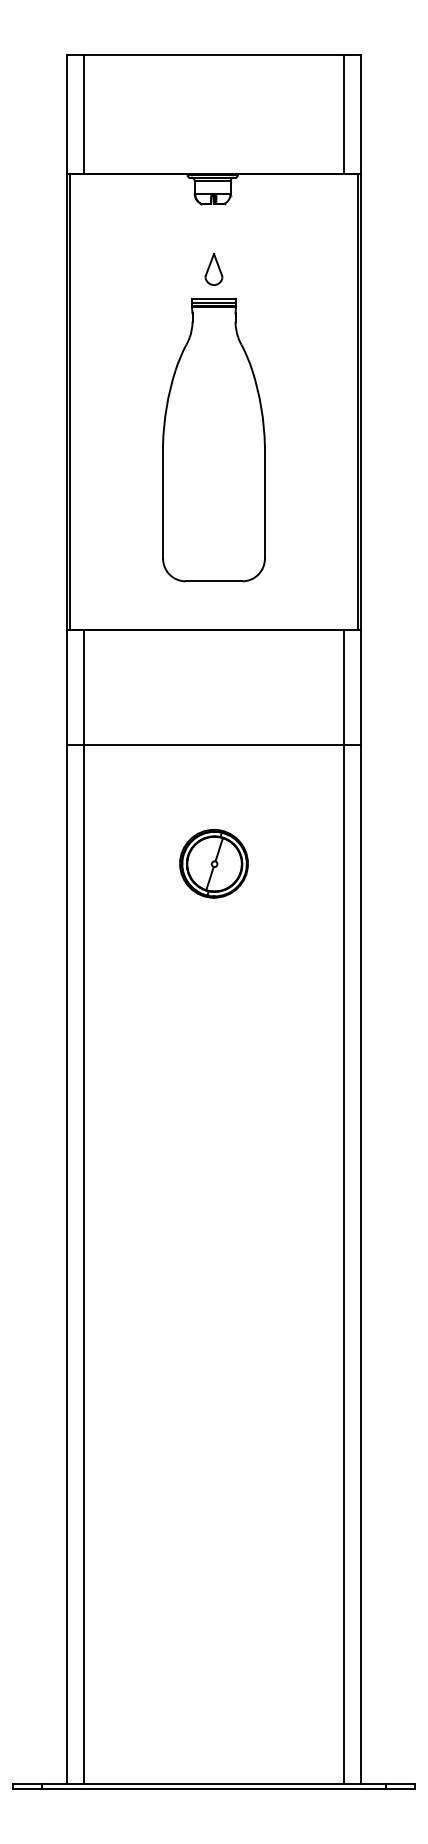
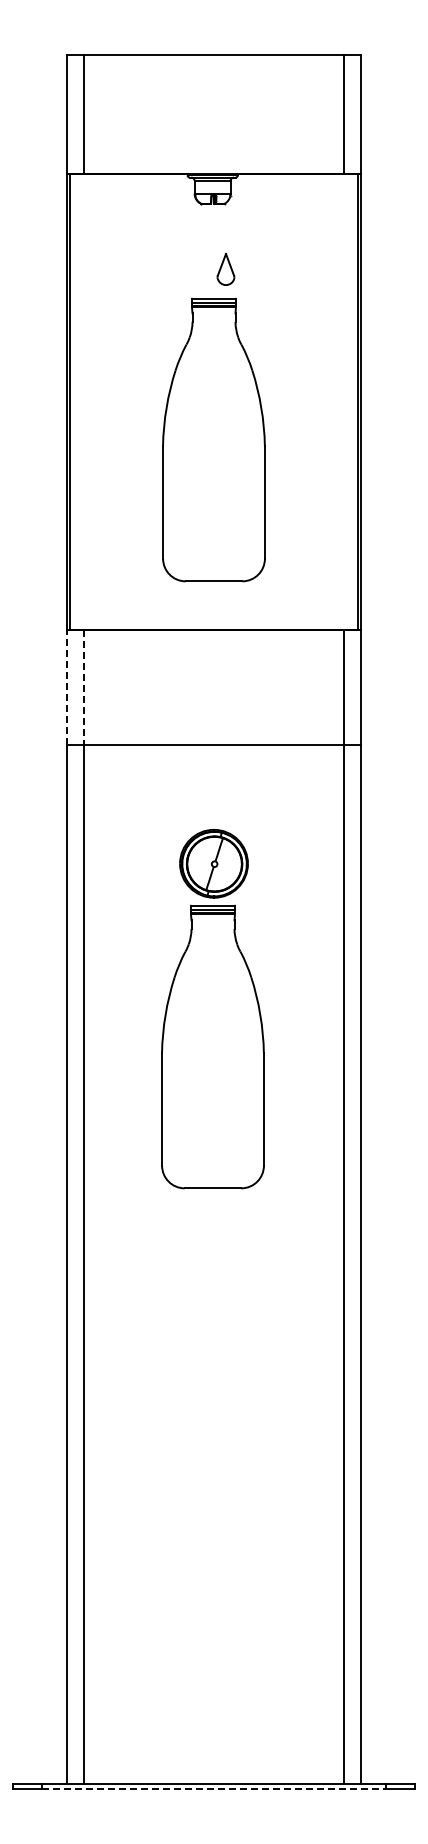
part at (213, 269) position: (213, 269) -> (225, 269)
line at (66, 687): solid -> dashed
line at (84, 688): solid -> dashed
part at (212, 1046): none -> present
line at (214, 1788): solid -> dashed
